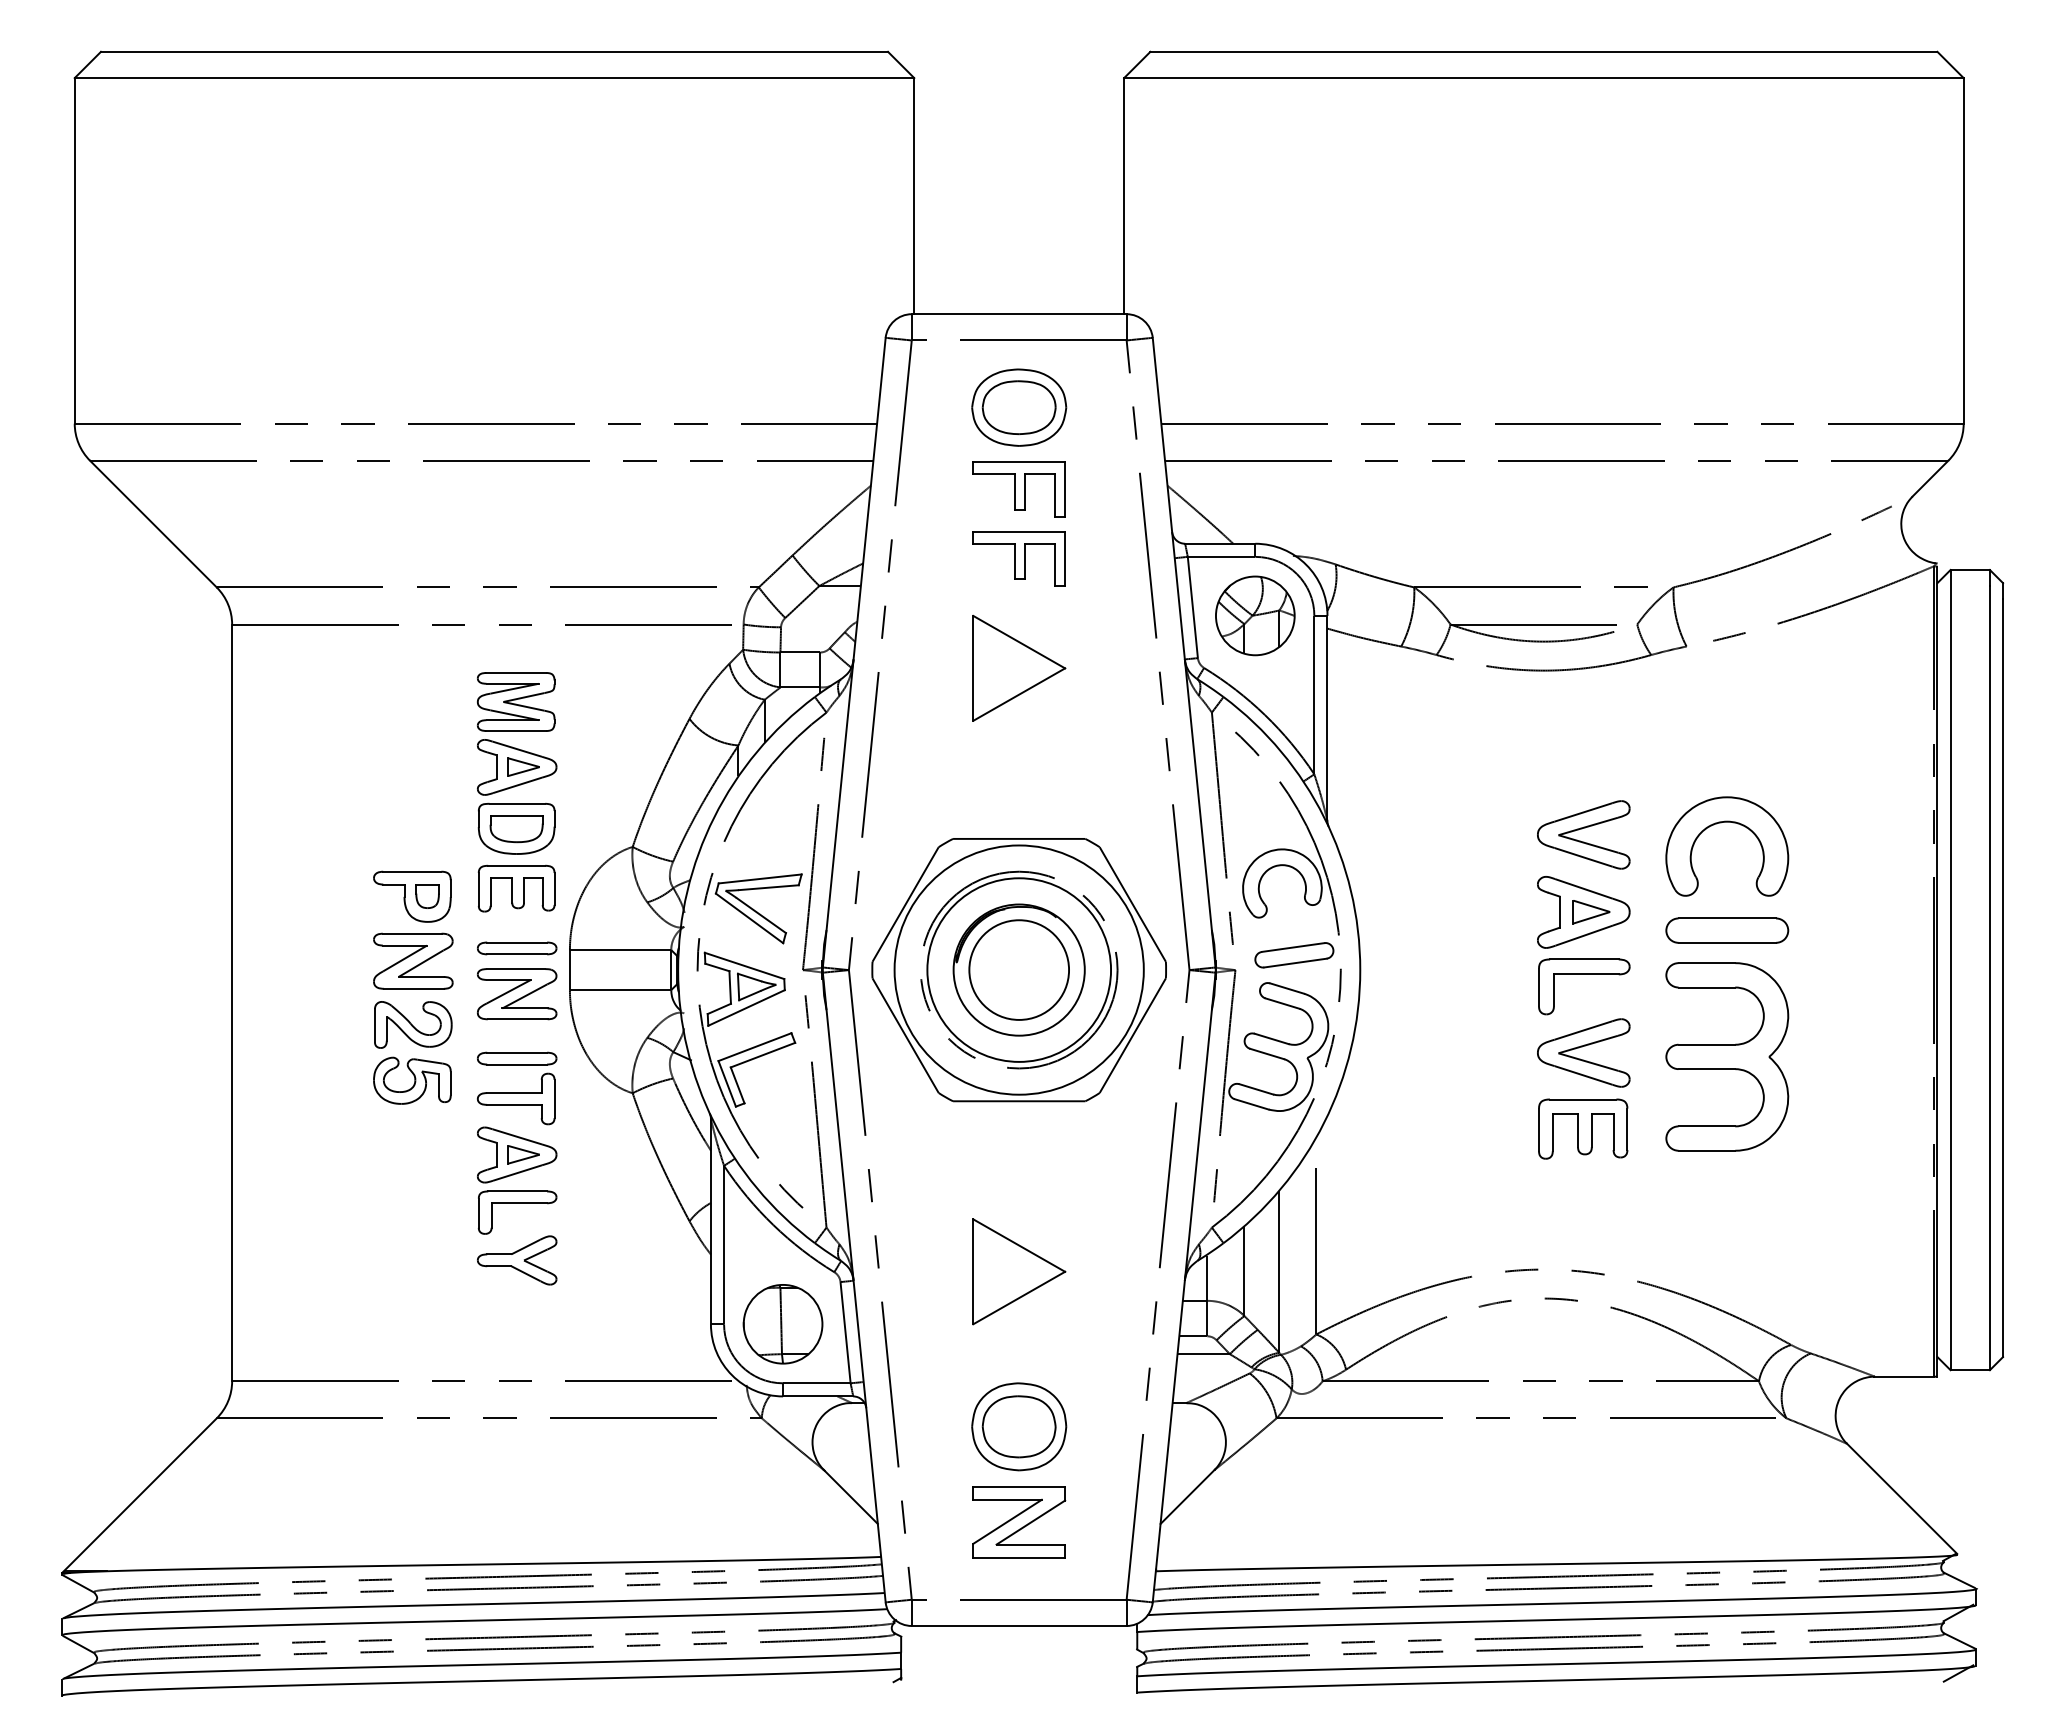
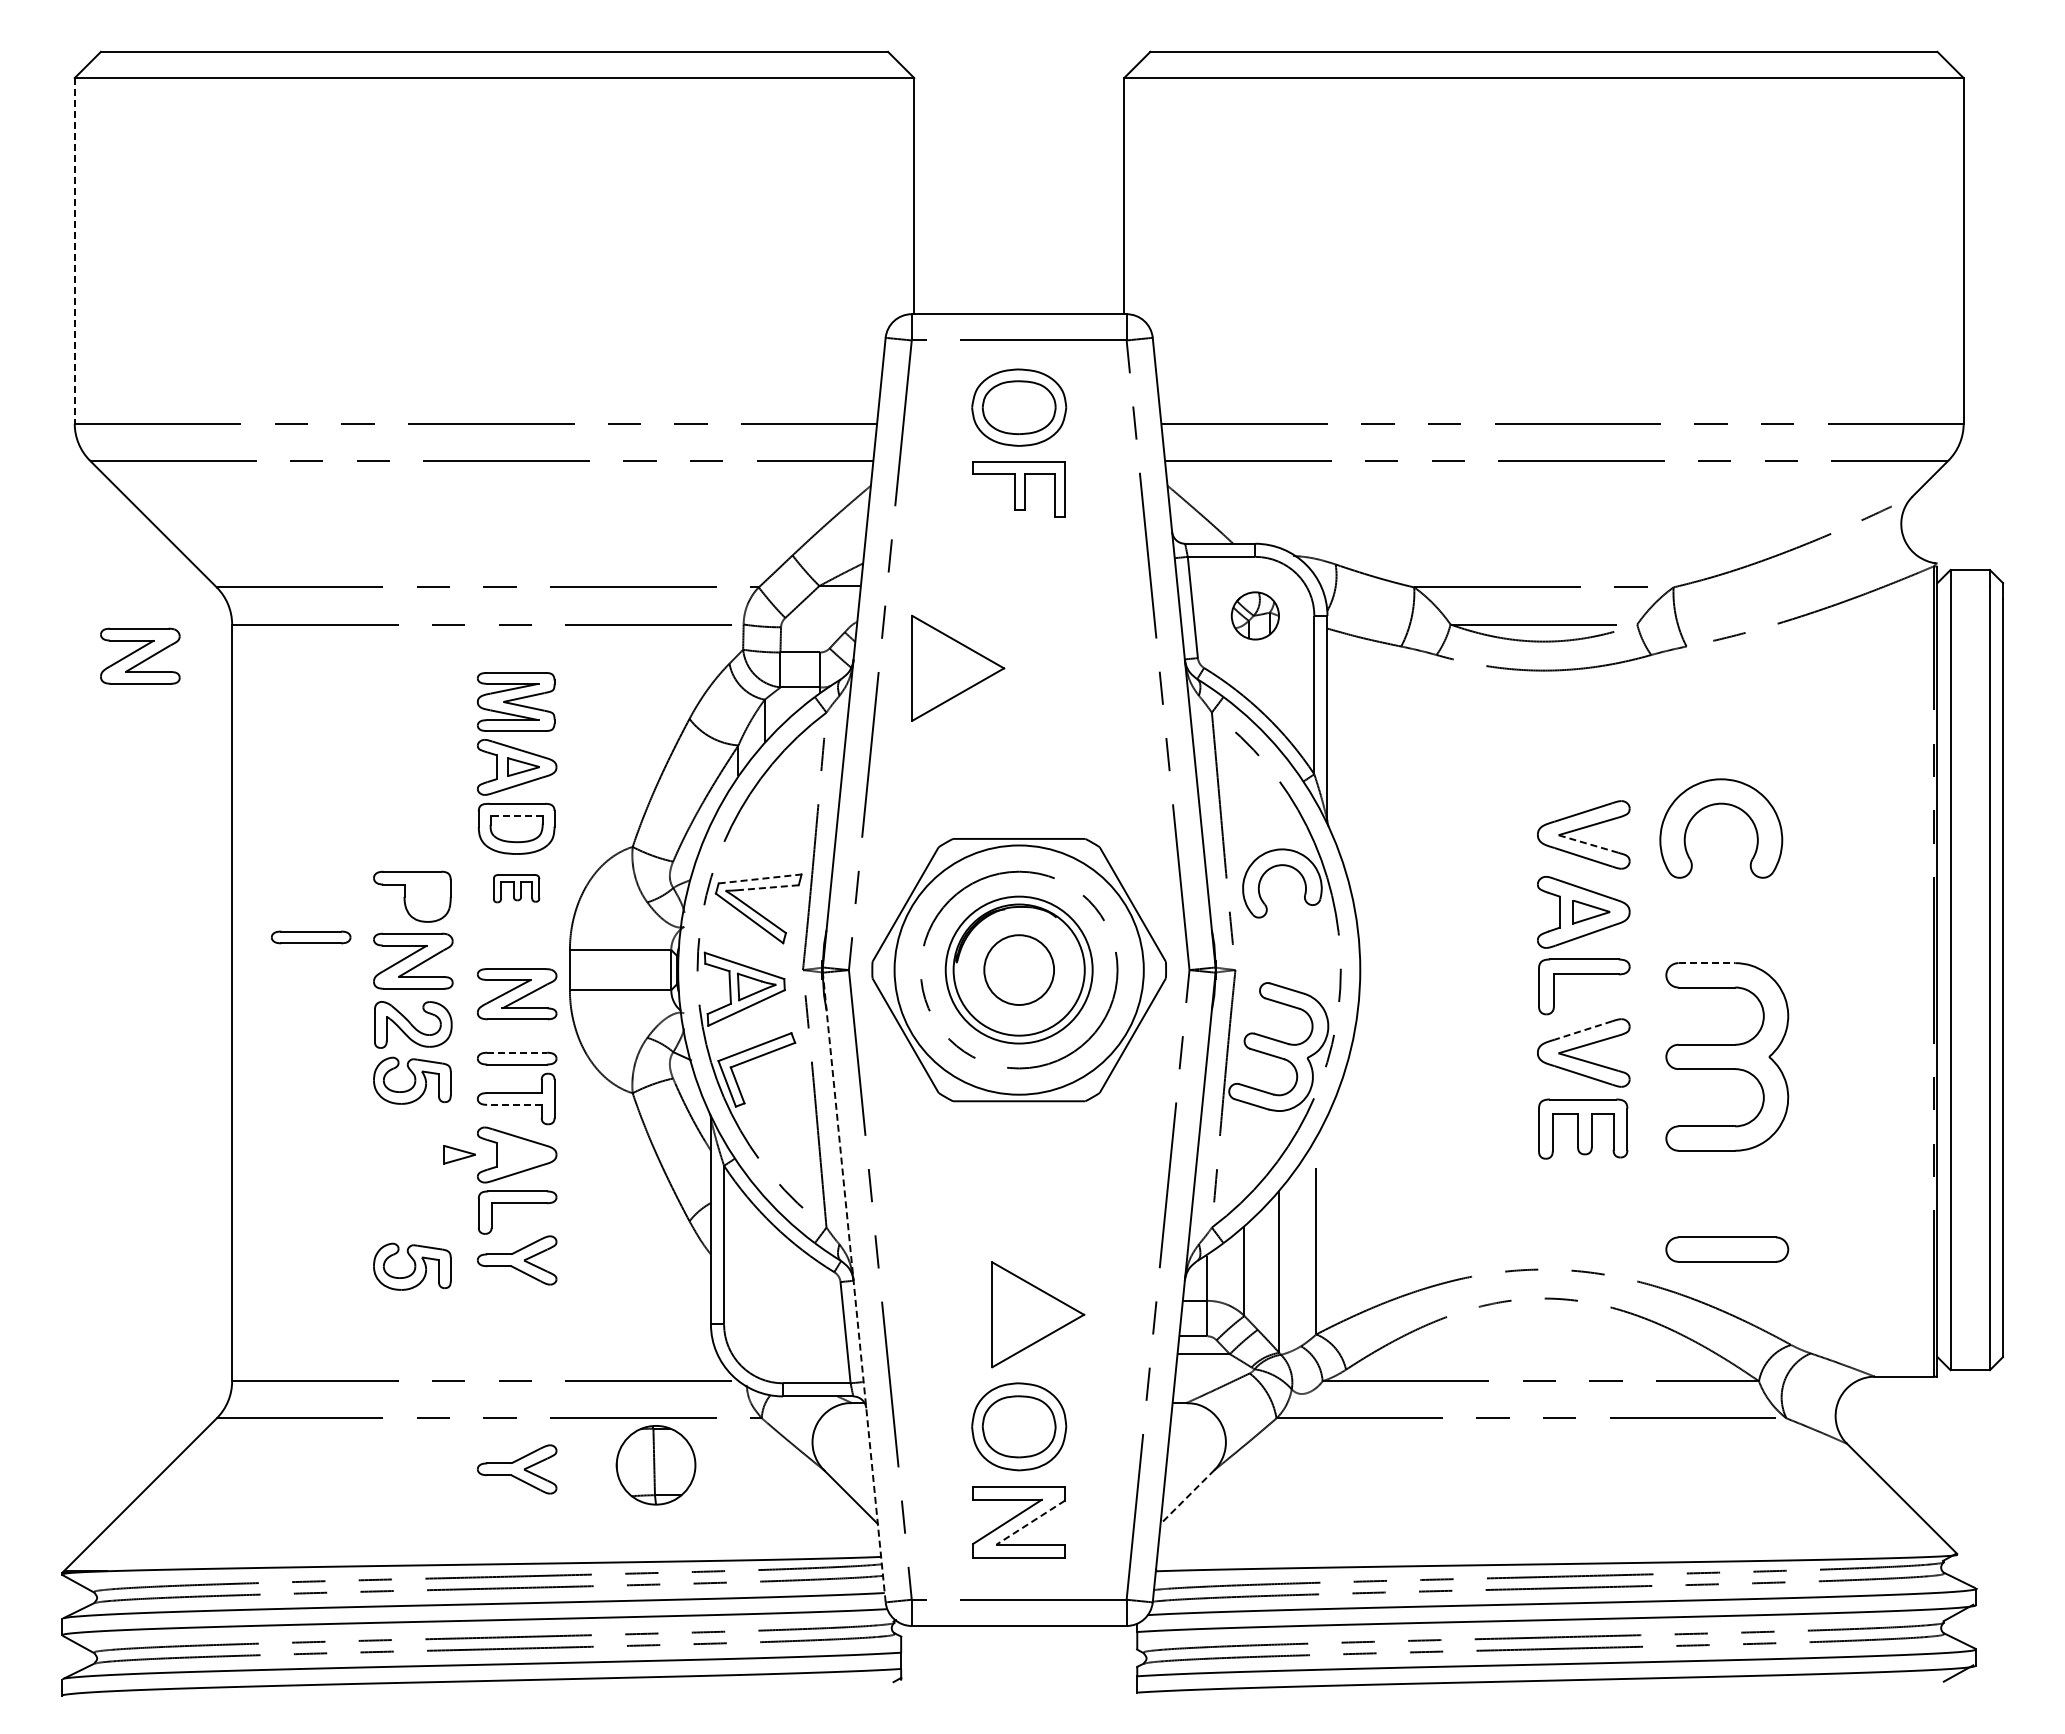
line at (74, 250): solid -> dashed
part at (1018, 558): present -> none
part at (1255, 615) size: 81x82 px -> 50x50 px
part at (140, 655): none -> present
part at (1019, 668) position: (1019, 668) -> (958, 668)
line at (516, 815): solid -> dashed
part at (1721, 823) position: (1721, 823) -> (1715, 805)
line at (1588, 843): solid -> dashed
line at (760, 878): solid -> dashed
line at (768, 887): solid -> dashed
part at (516, 888) size: 79x49 px -> 48x30 px
part at (427, 896): present -> none
part at (1727, 930) position: (1727, 930) -> (1727, 1249)
part at (517, 948) position: (517, 948) -> (311, 937)
part at (1294, 955): present -> none
line at (1707, 963): solid -> dashed
circle at (1019, 969) diameter: 100 px -> 70 px
circle at (1019, 969) diameter: 184 px -> 147 px
line at (1583, 1030): solid -> dashed
line at (517, 1052): solid -> dashed
line at (513, 1104): solid -> dashed
part at (523, 1154) position: (523, 1154) -> (459, 1154)
part at (412, 1266): none -> present
part at (1019, 1271) position: (1019, 1271) -> (1038, 1314)
line at (854, 1287): solid -> dashed
part at (782, 1324) position: (782, 1324) -> (655, 1465)
part at (517, 1469): none -> present
line at (1187, 1497): solid -> dashed
line at (1030, 1522): solid -> dashed
